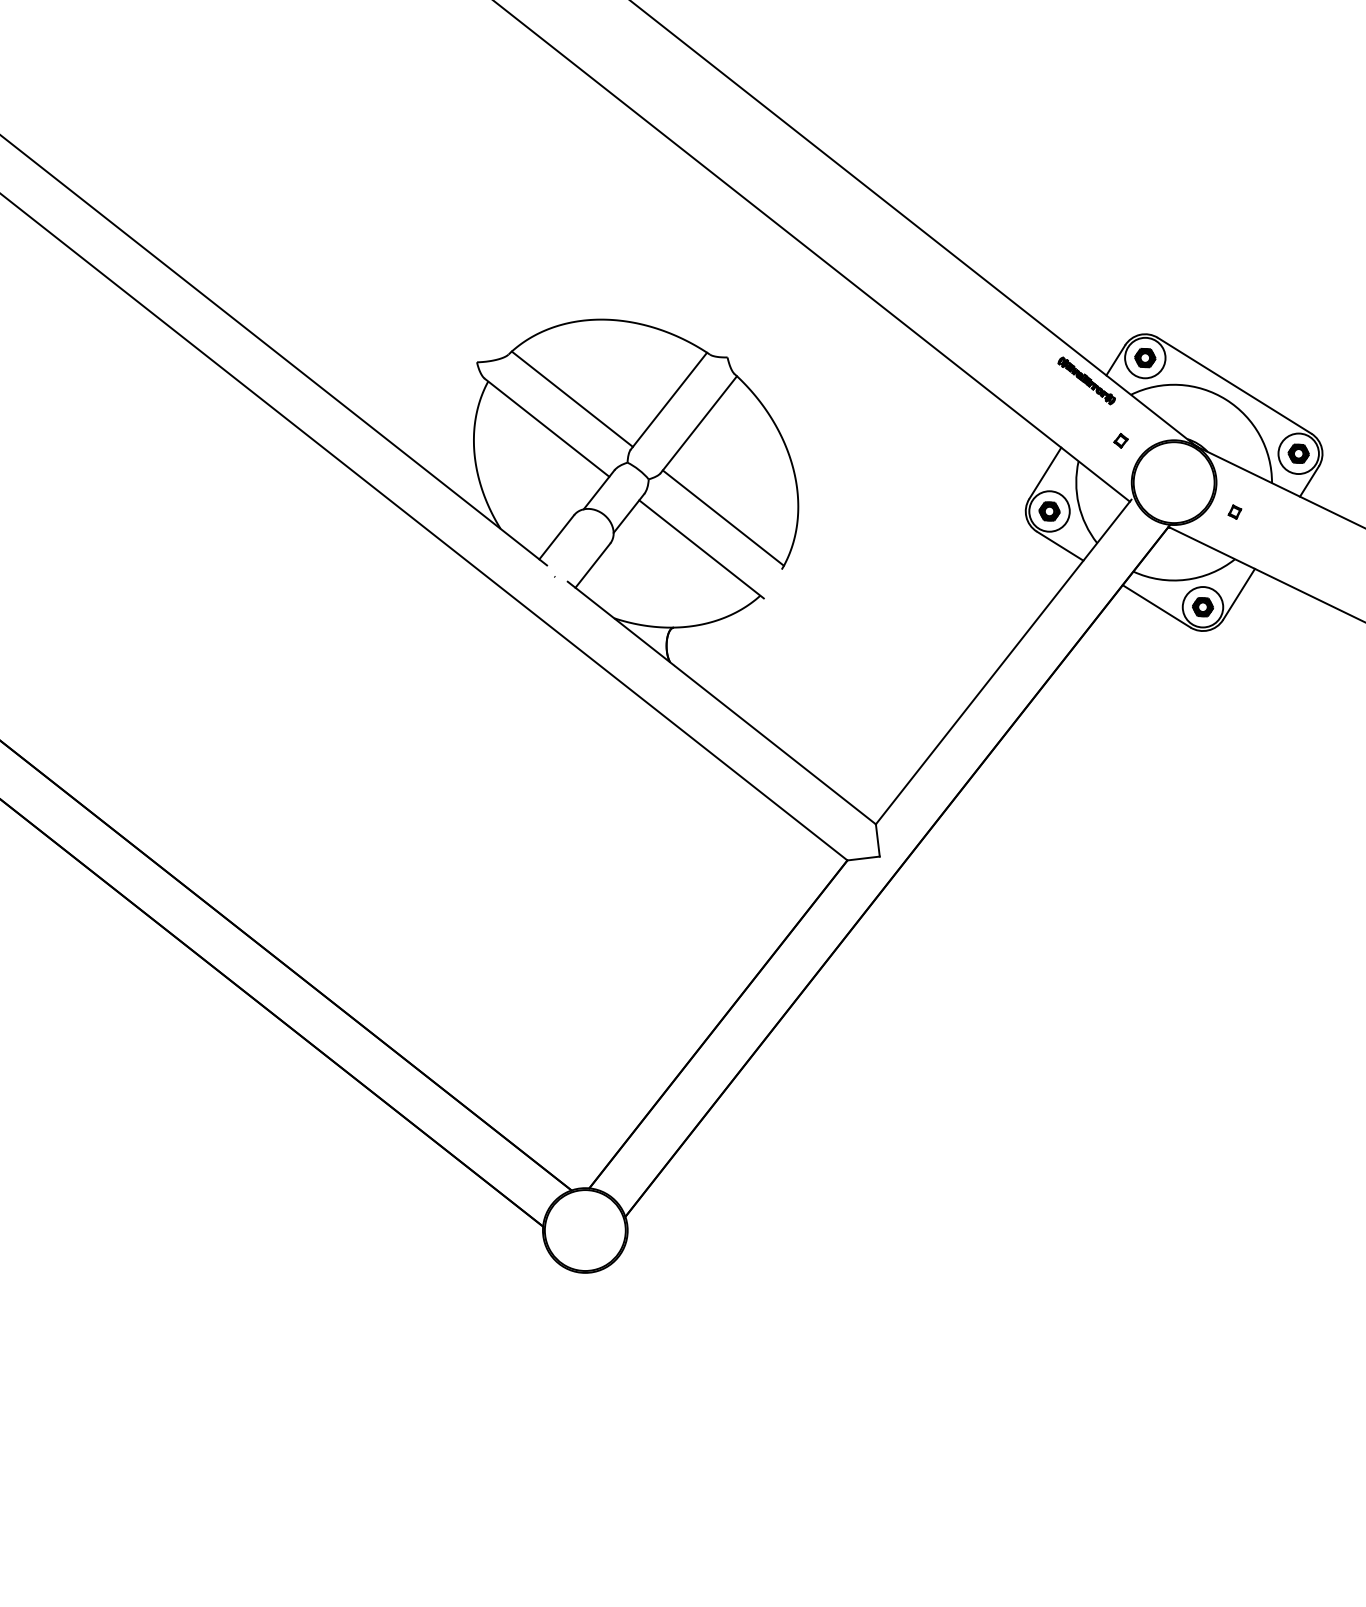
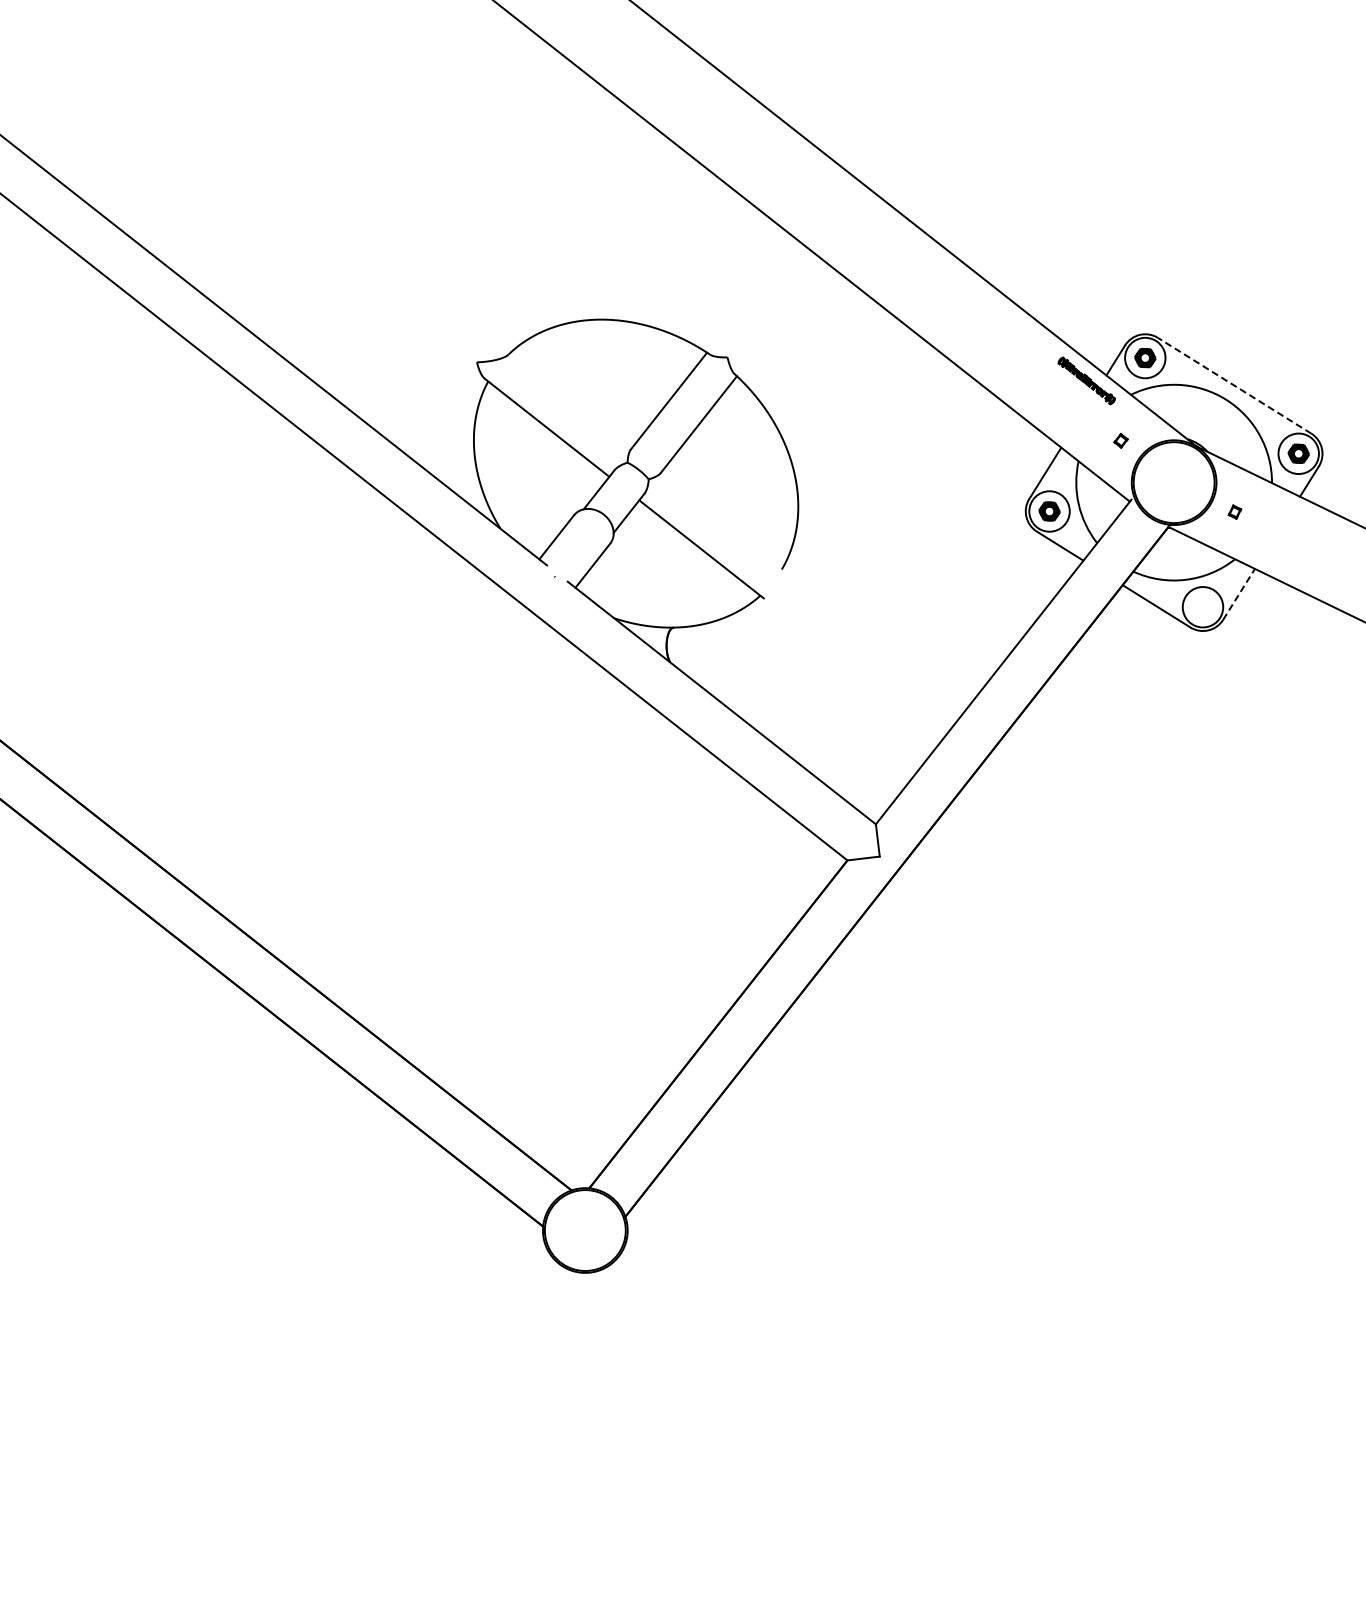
line at (1234, 385): solid -> dashed
line at (571, 398): present -> none
line at (722, 517): present -> none
line at (1239, 593): solid -> dashed
part at (1202, 607): present -> none
